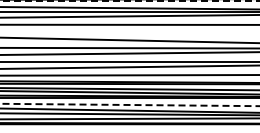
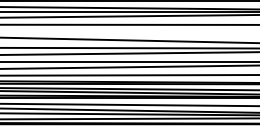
line at (130, 1): dashed -> solid
line at (130, 105): dashed -> solid
